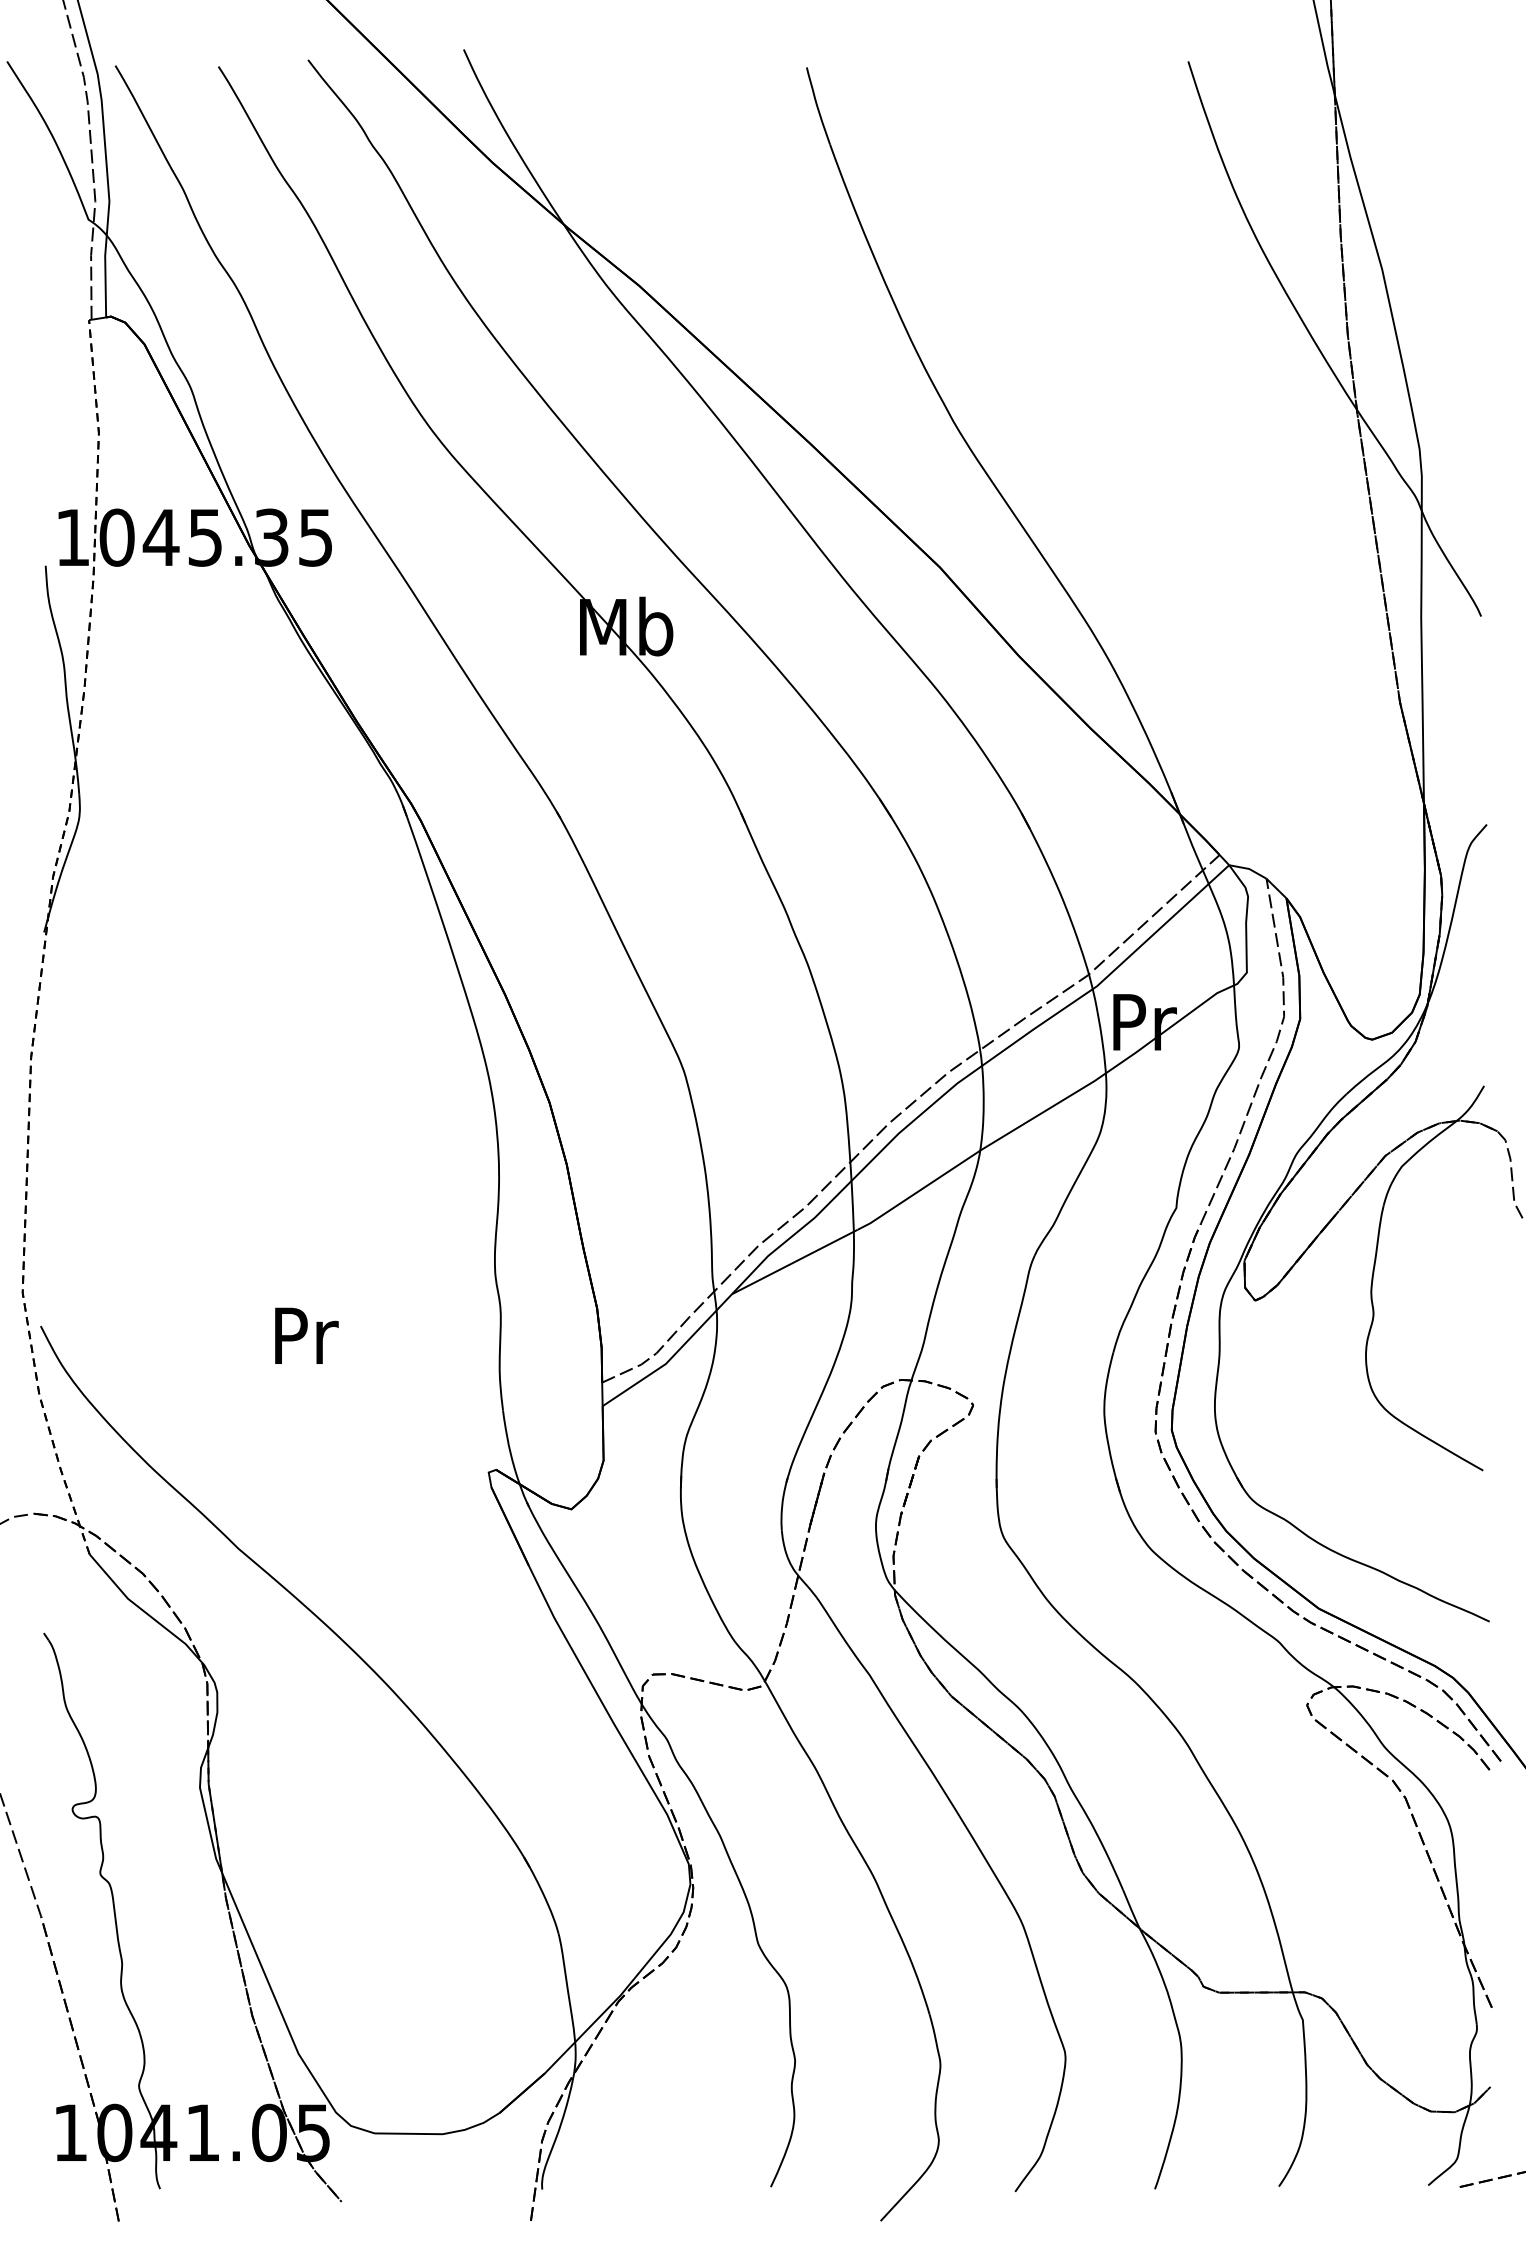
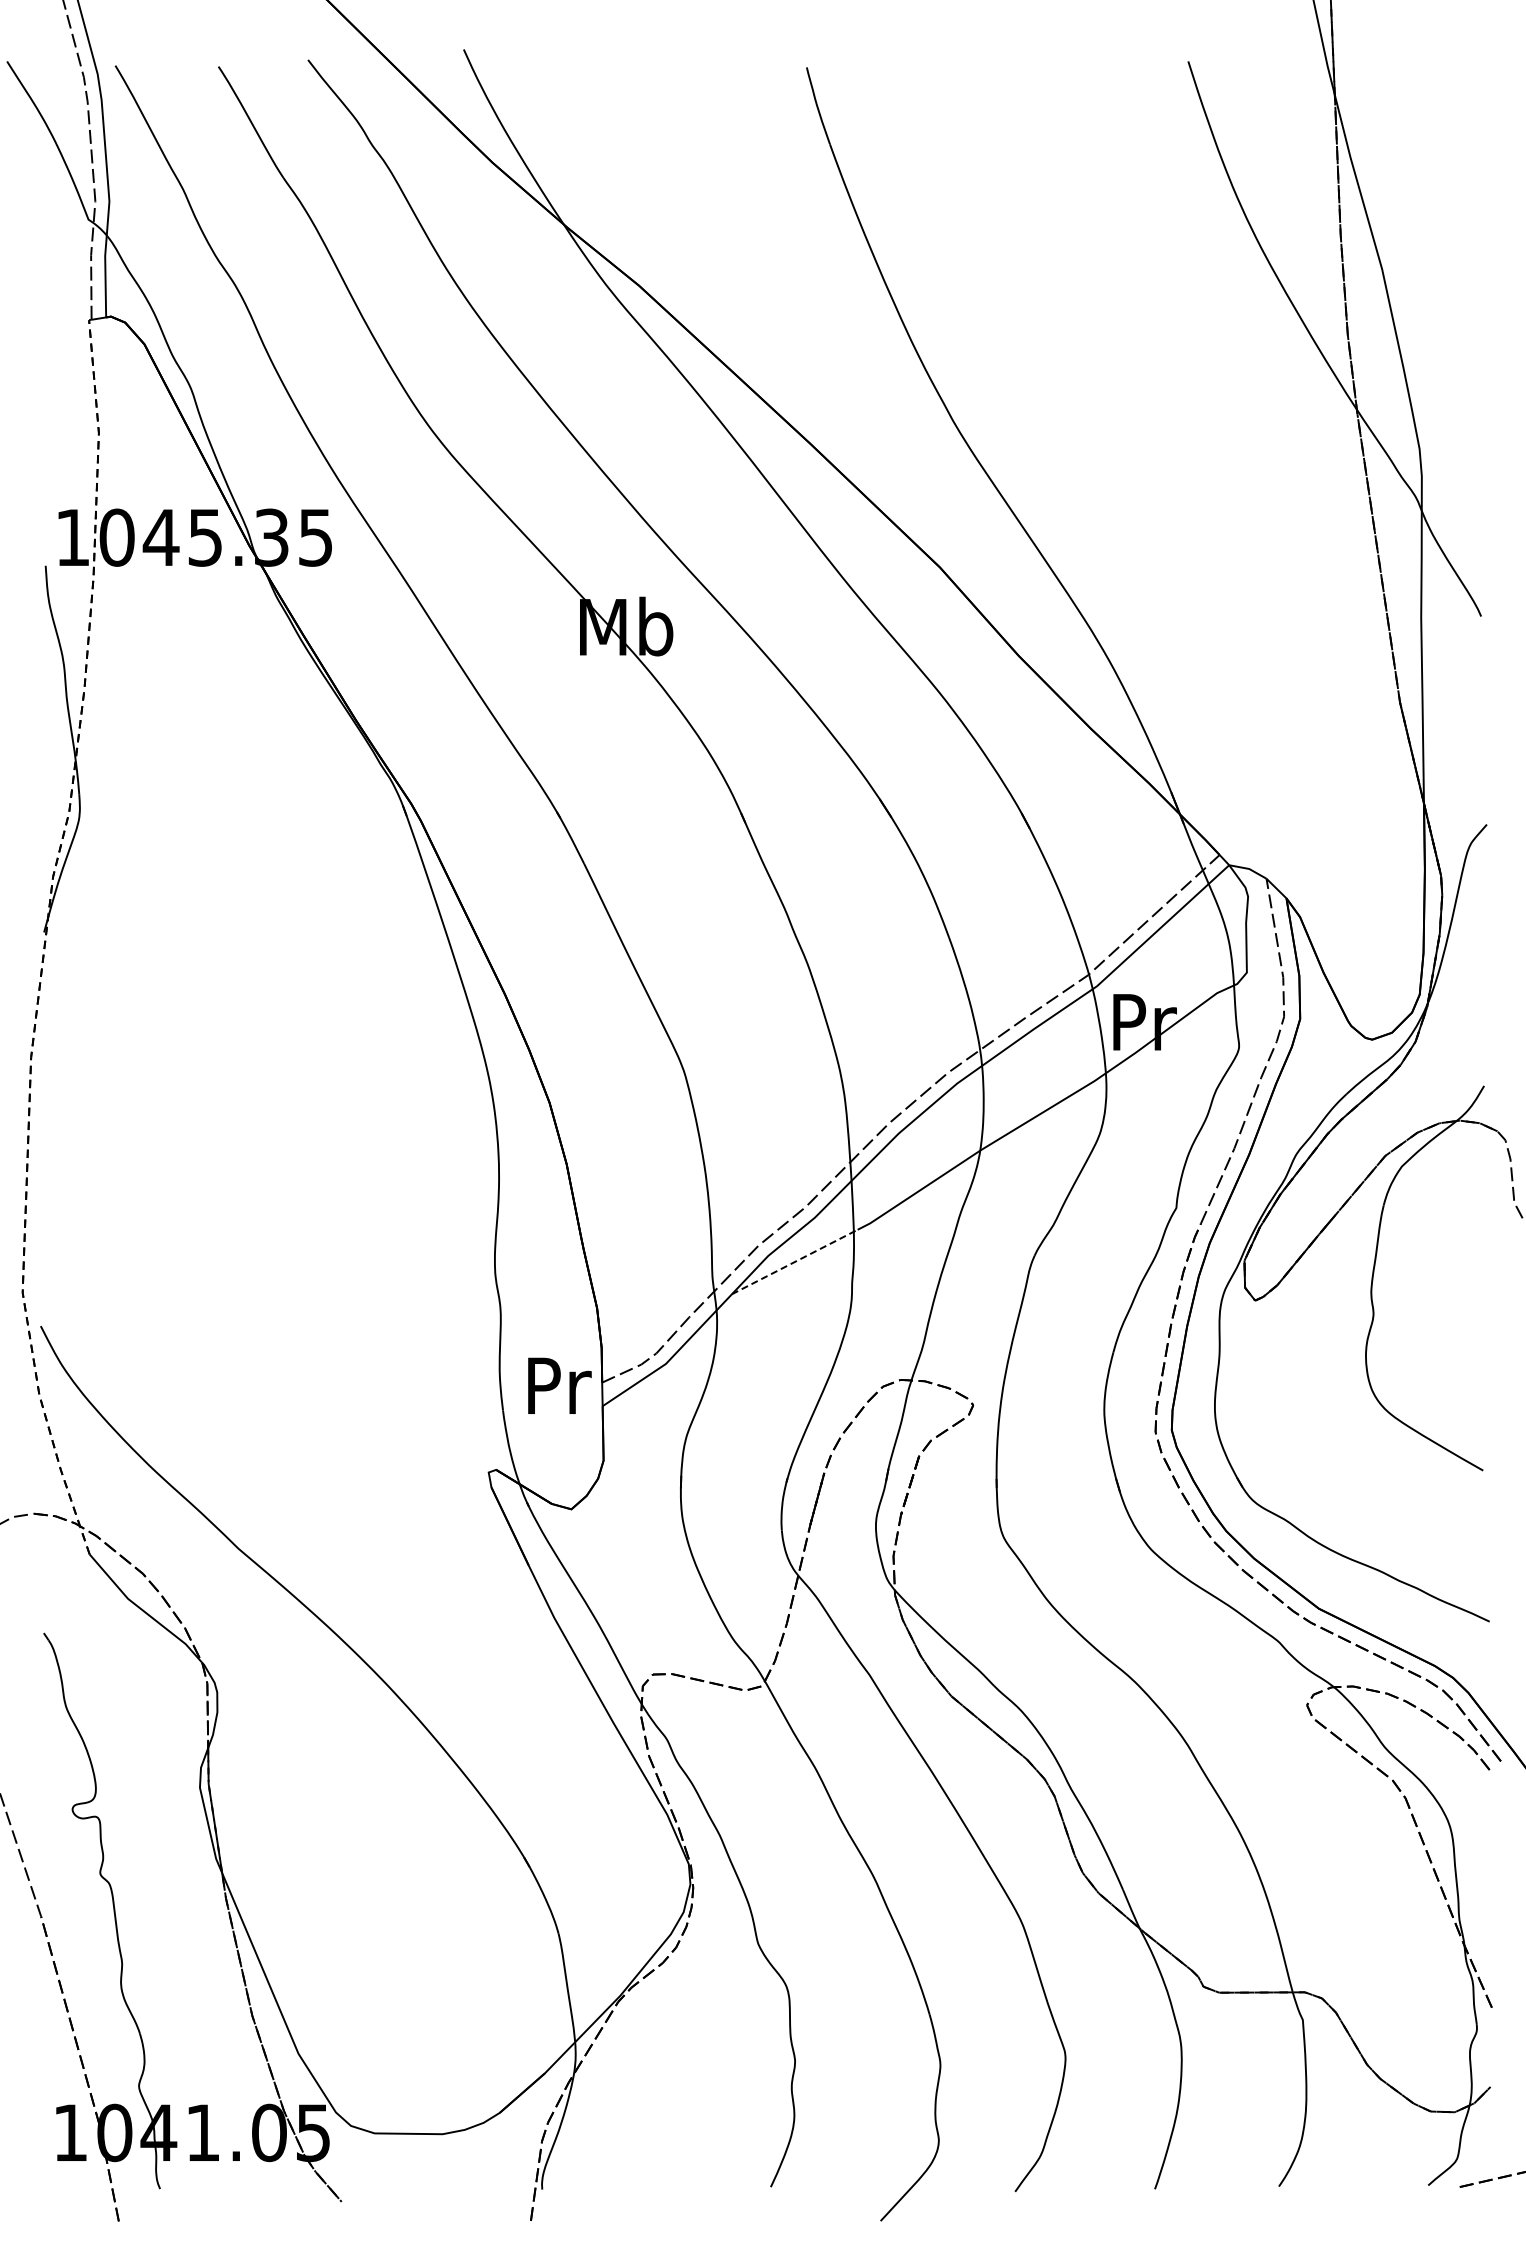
line at (794, 1262): solid -> dashed
text at (306, 1335) position: (306, 1335) -> (559, 1385)
